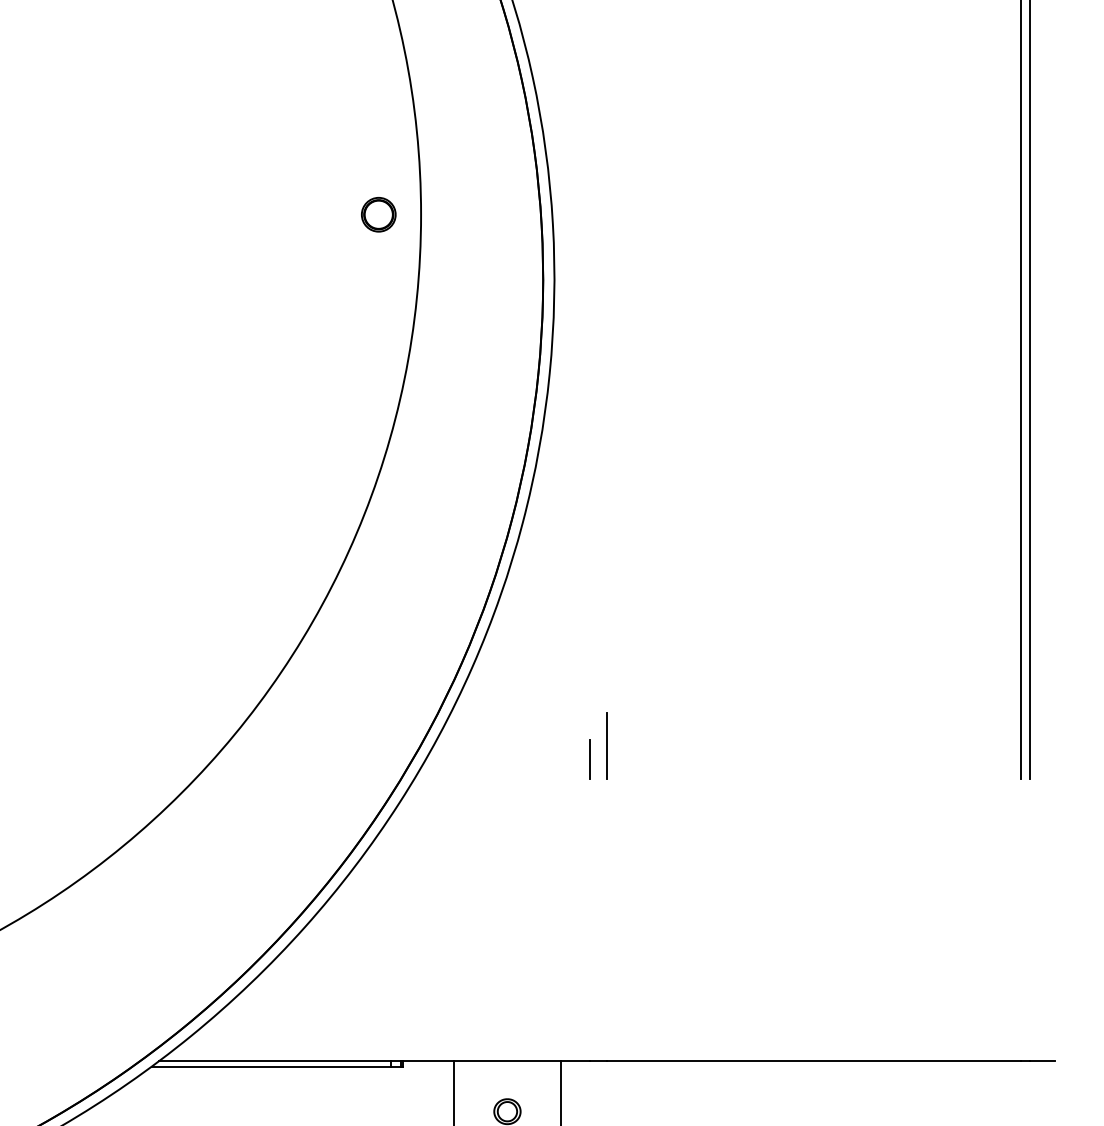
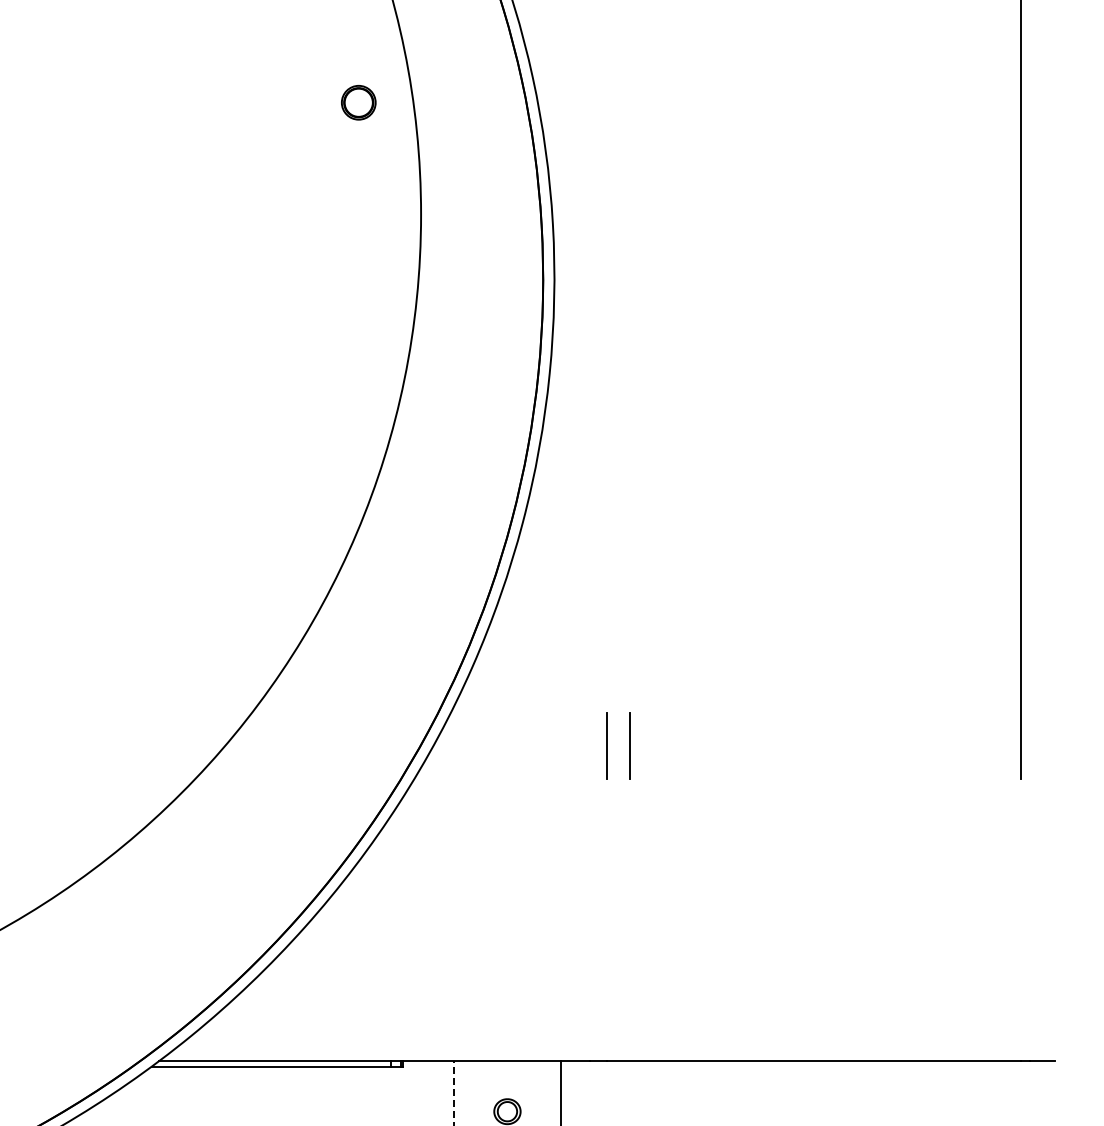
part at (378, 214) position: (378, 214) -> (358, 102)
line at (1030, 390): present -> none
line at (629, 745): none -> present
line at (590, 758): present -> none
line at (453, 1092): solid -> dashed
